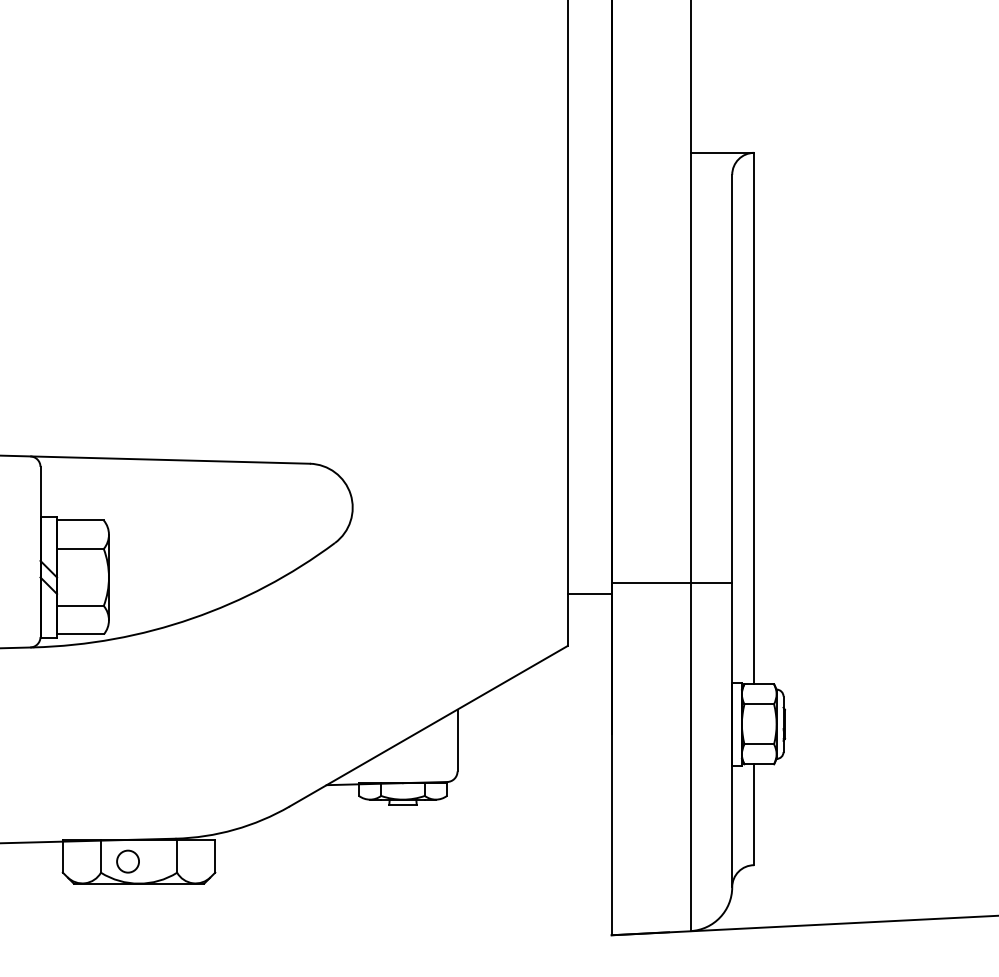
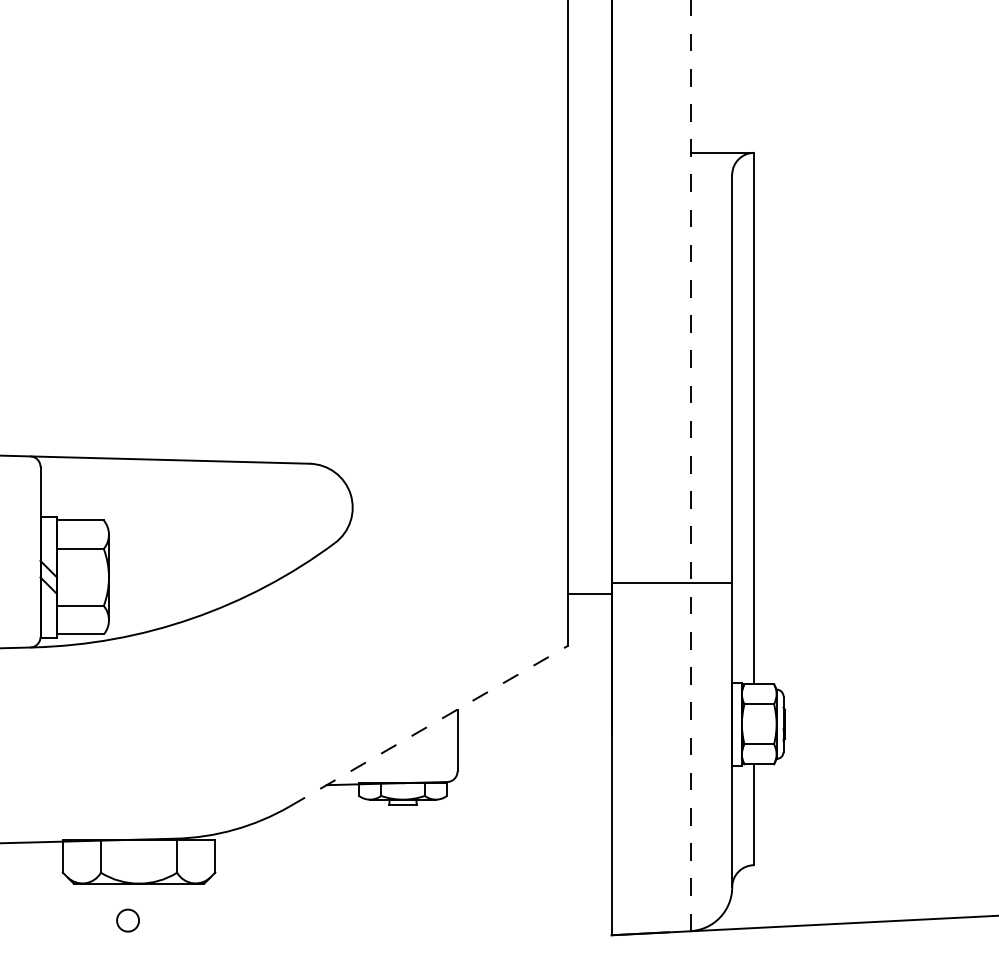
line at (690, 465): solid -> dashed
line at (429, 725): solid -> dashed
circle at (127, 861) position: (127, 861) -> (127, 920)
